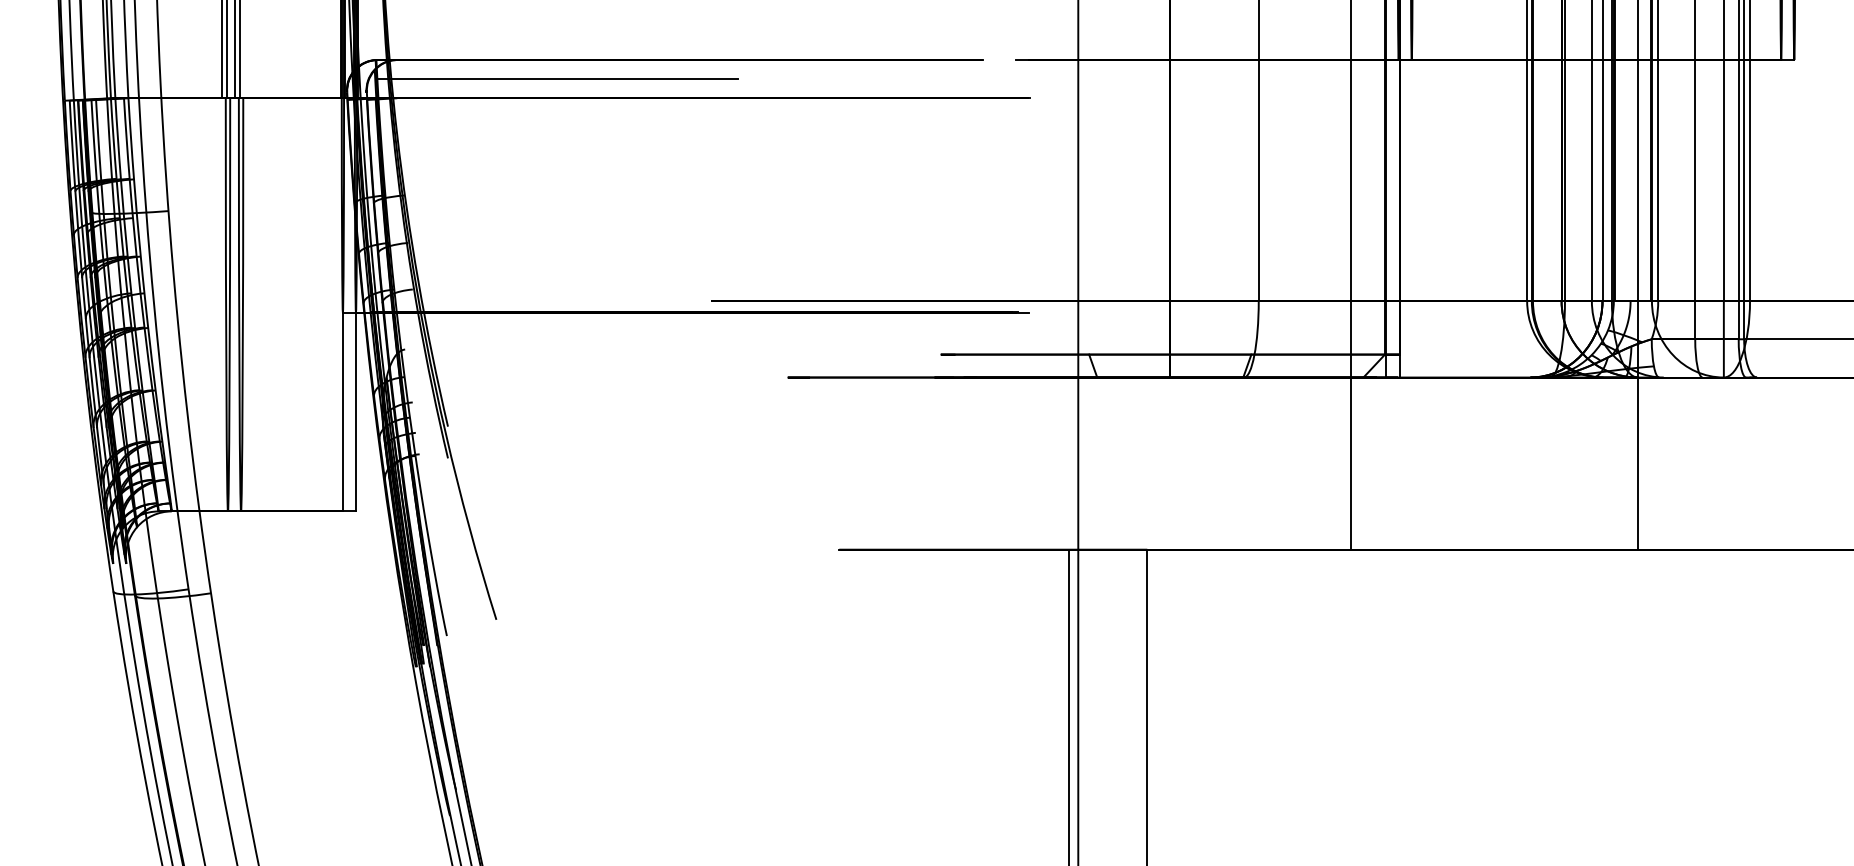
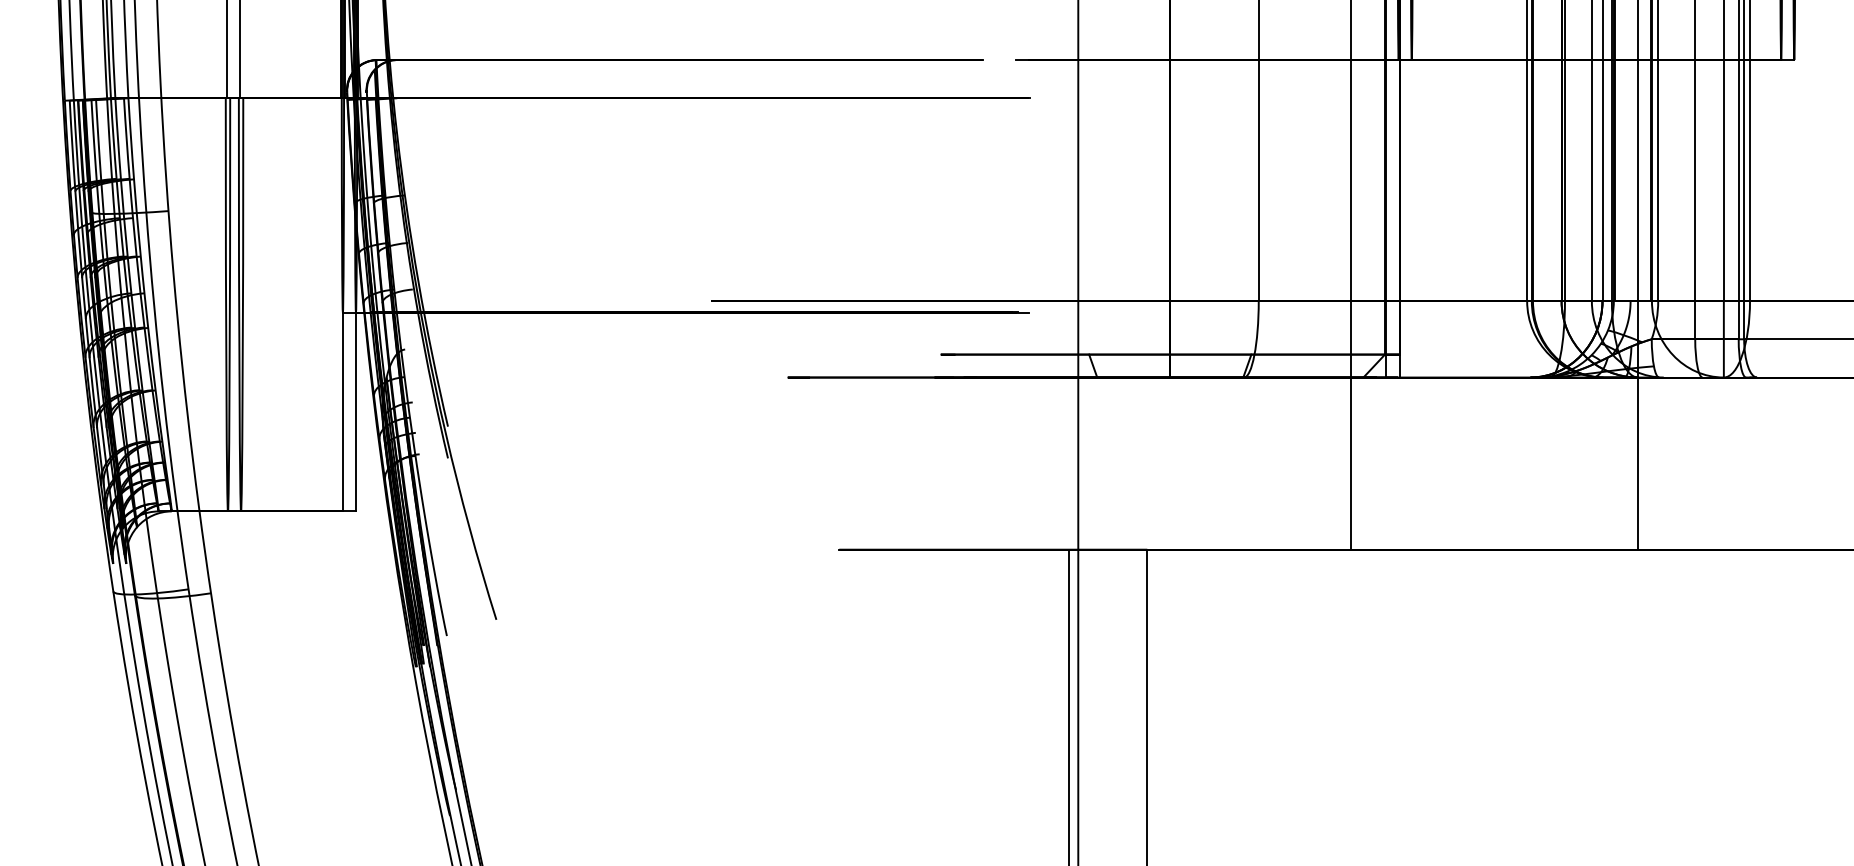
line at (222, 50): present -> none
line at (235, 50): present -> none
line at (557, 79): present -> none
